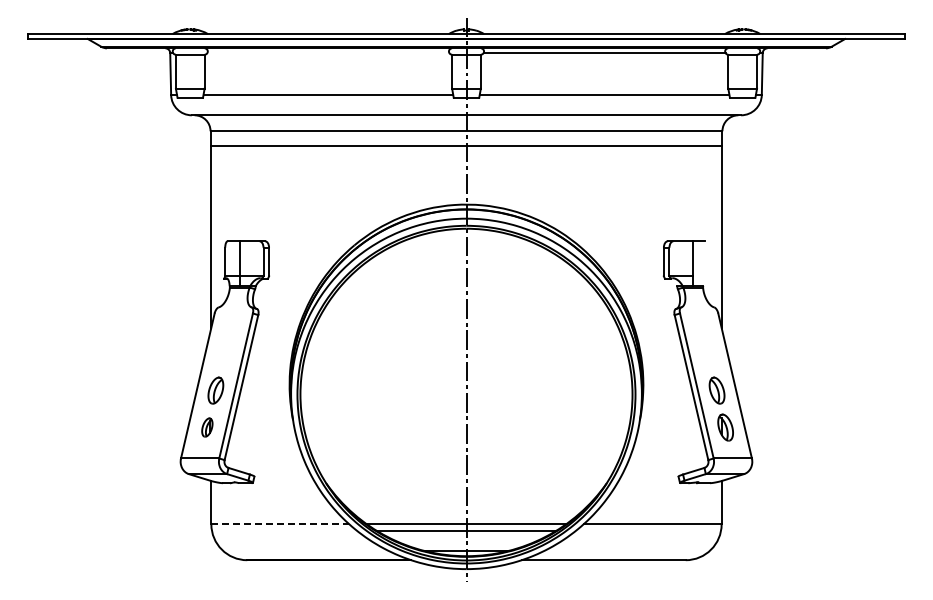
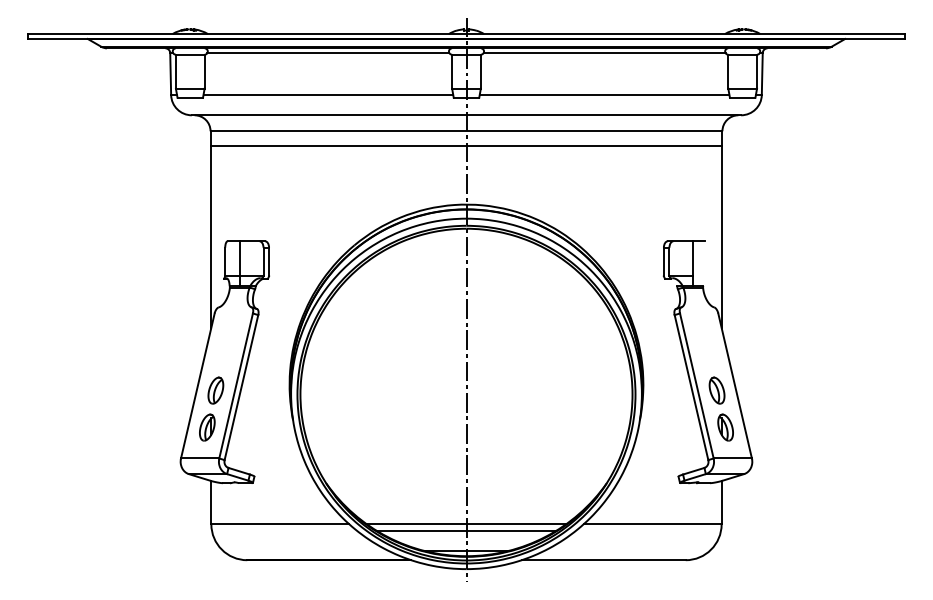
line at (328, 53): none -> present
part at (207, 427) size: 13x21 px -> 17x29 px
line at (280, 524): dashed -> solid
